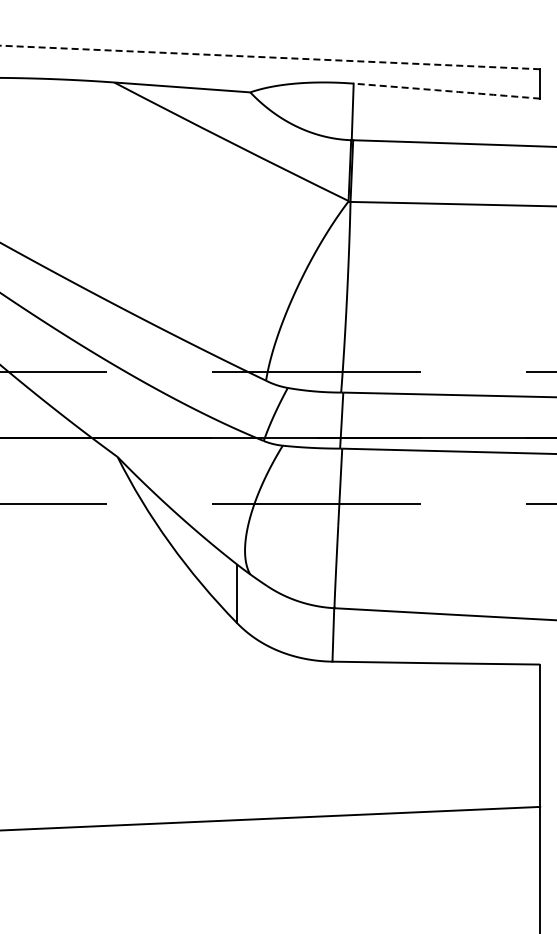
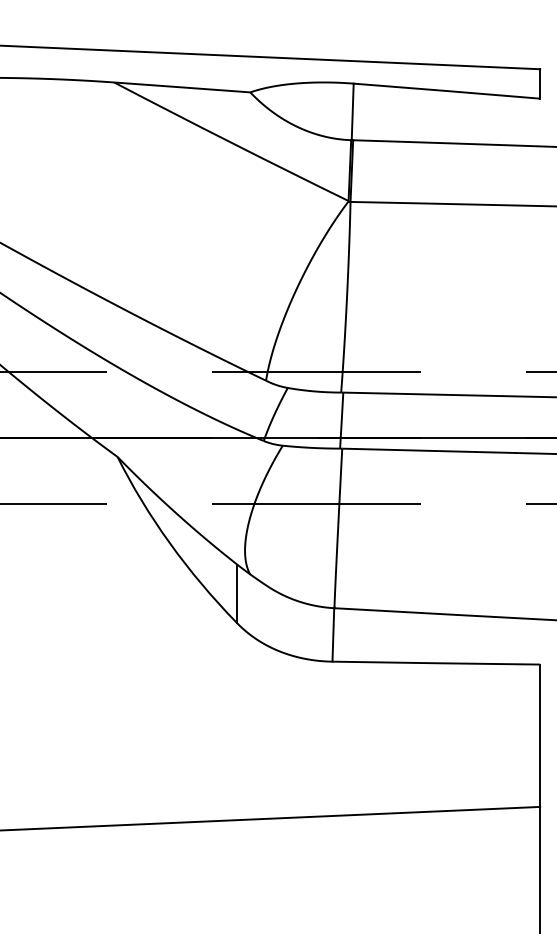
line at (270, 57): dashed -> solid
arc at (446, 91): dashed -> solid
